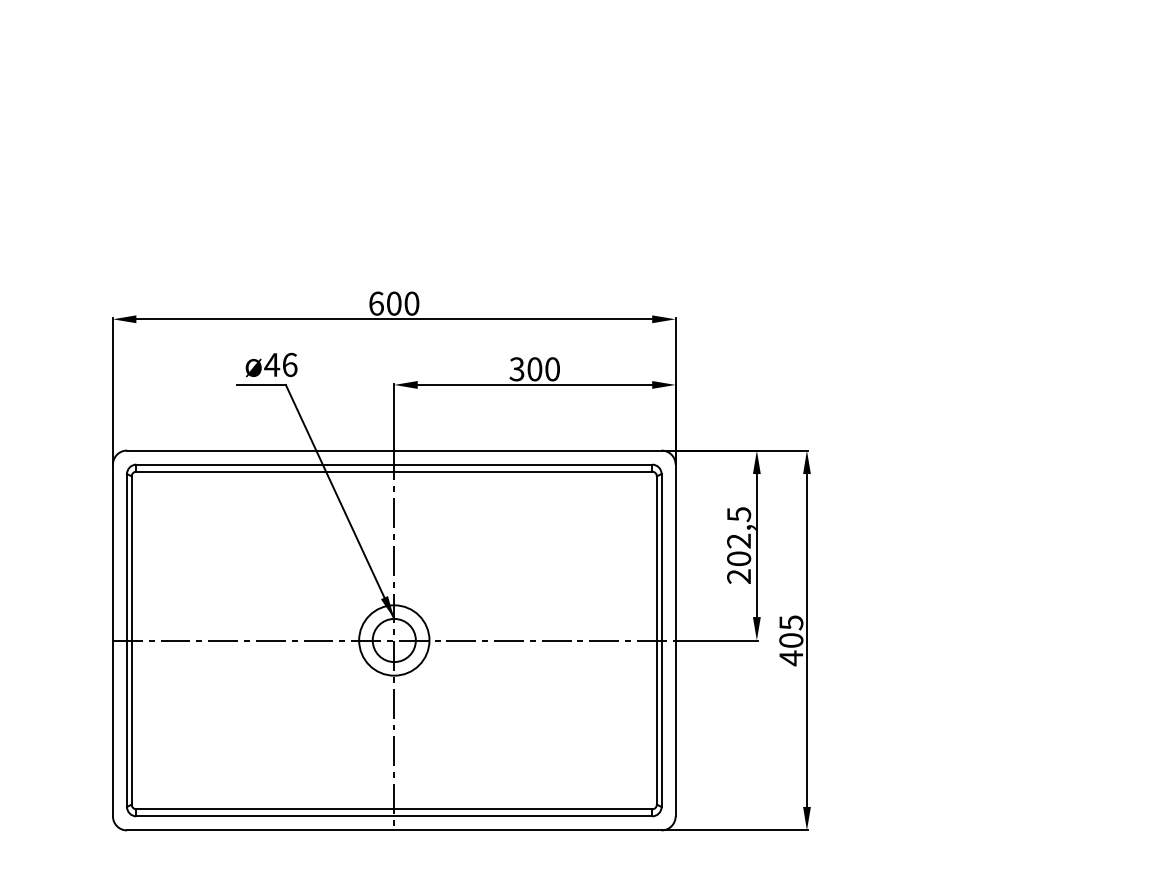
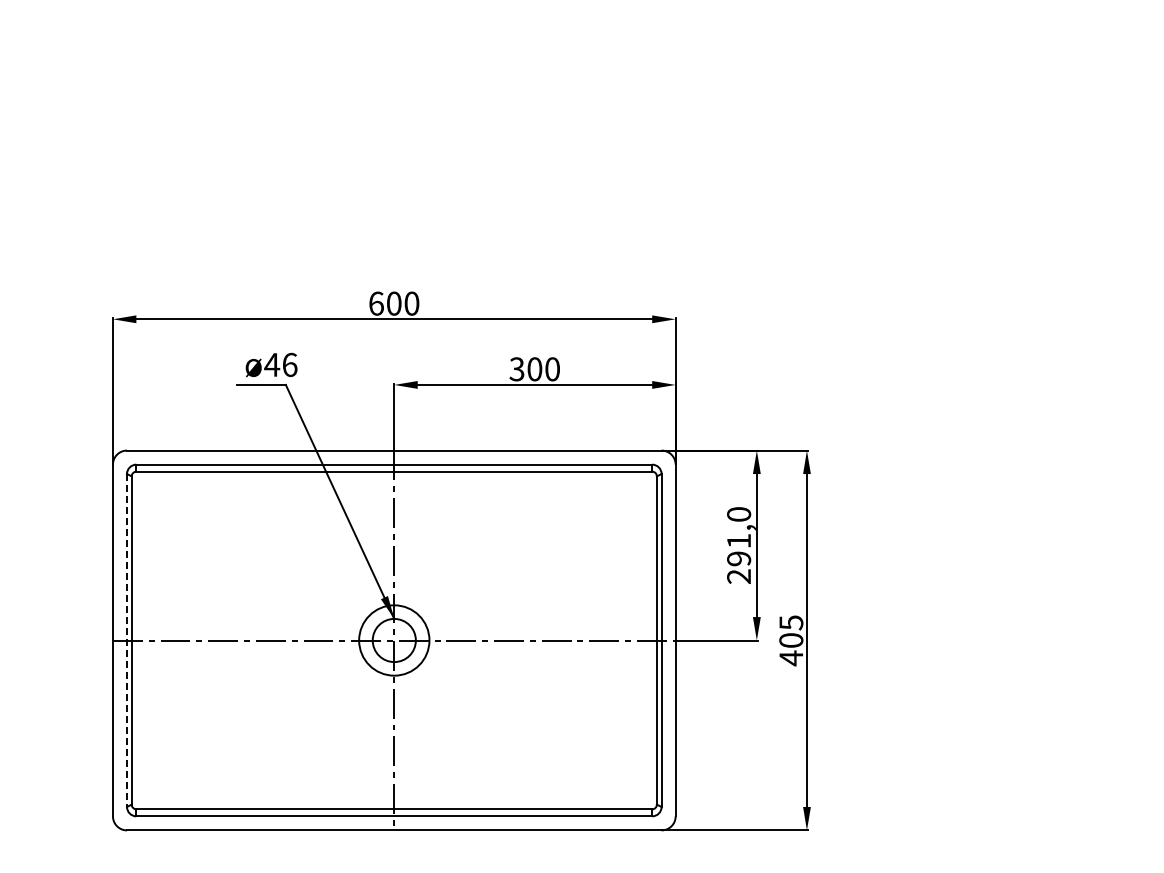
text at (739, 536): 202,5 -> 291,0
line at (127, 641): solid -> dashed
